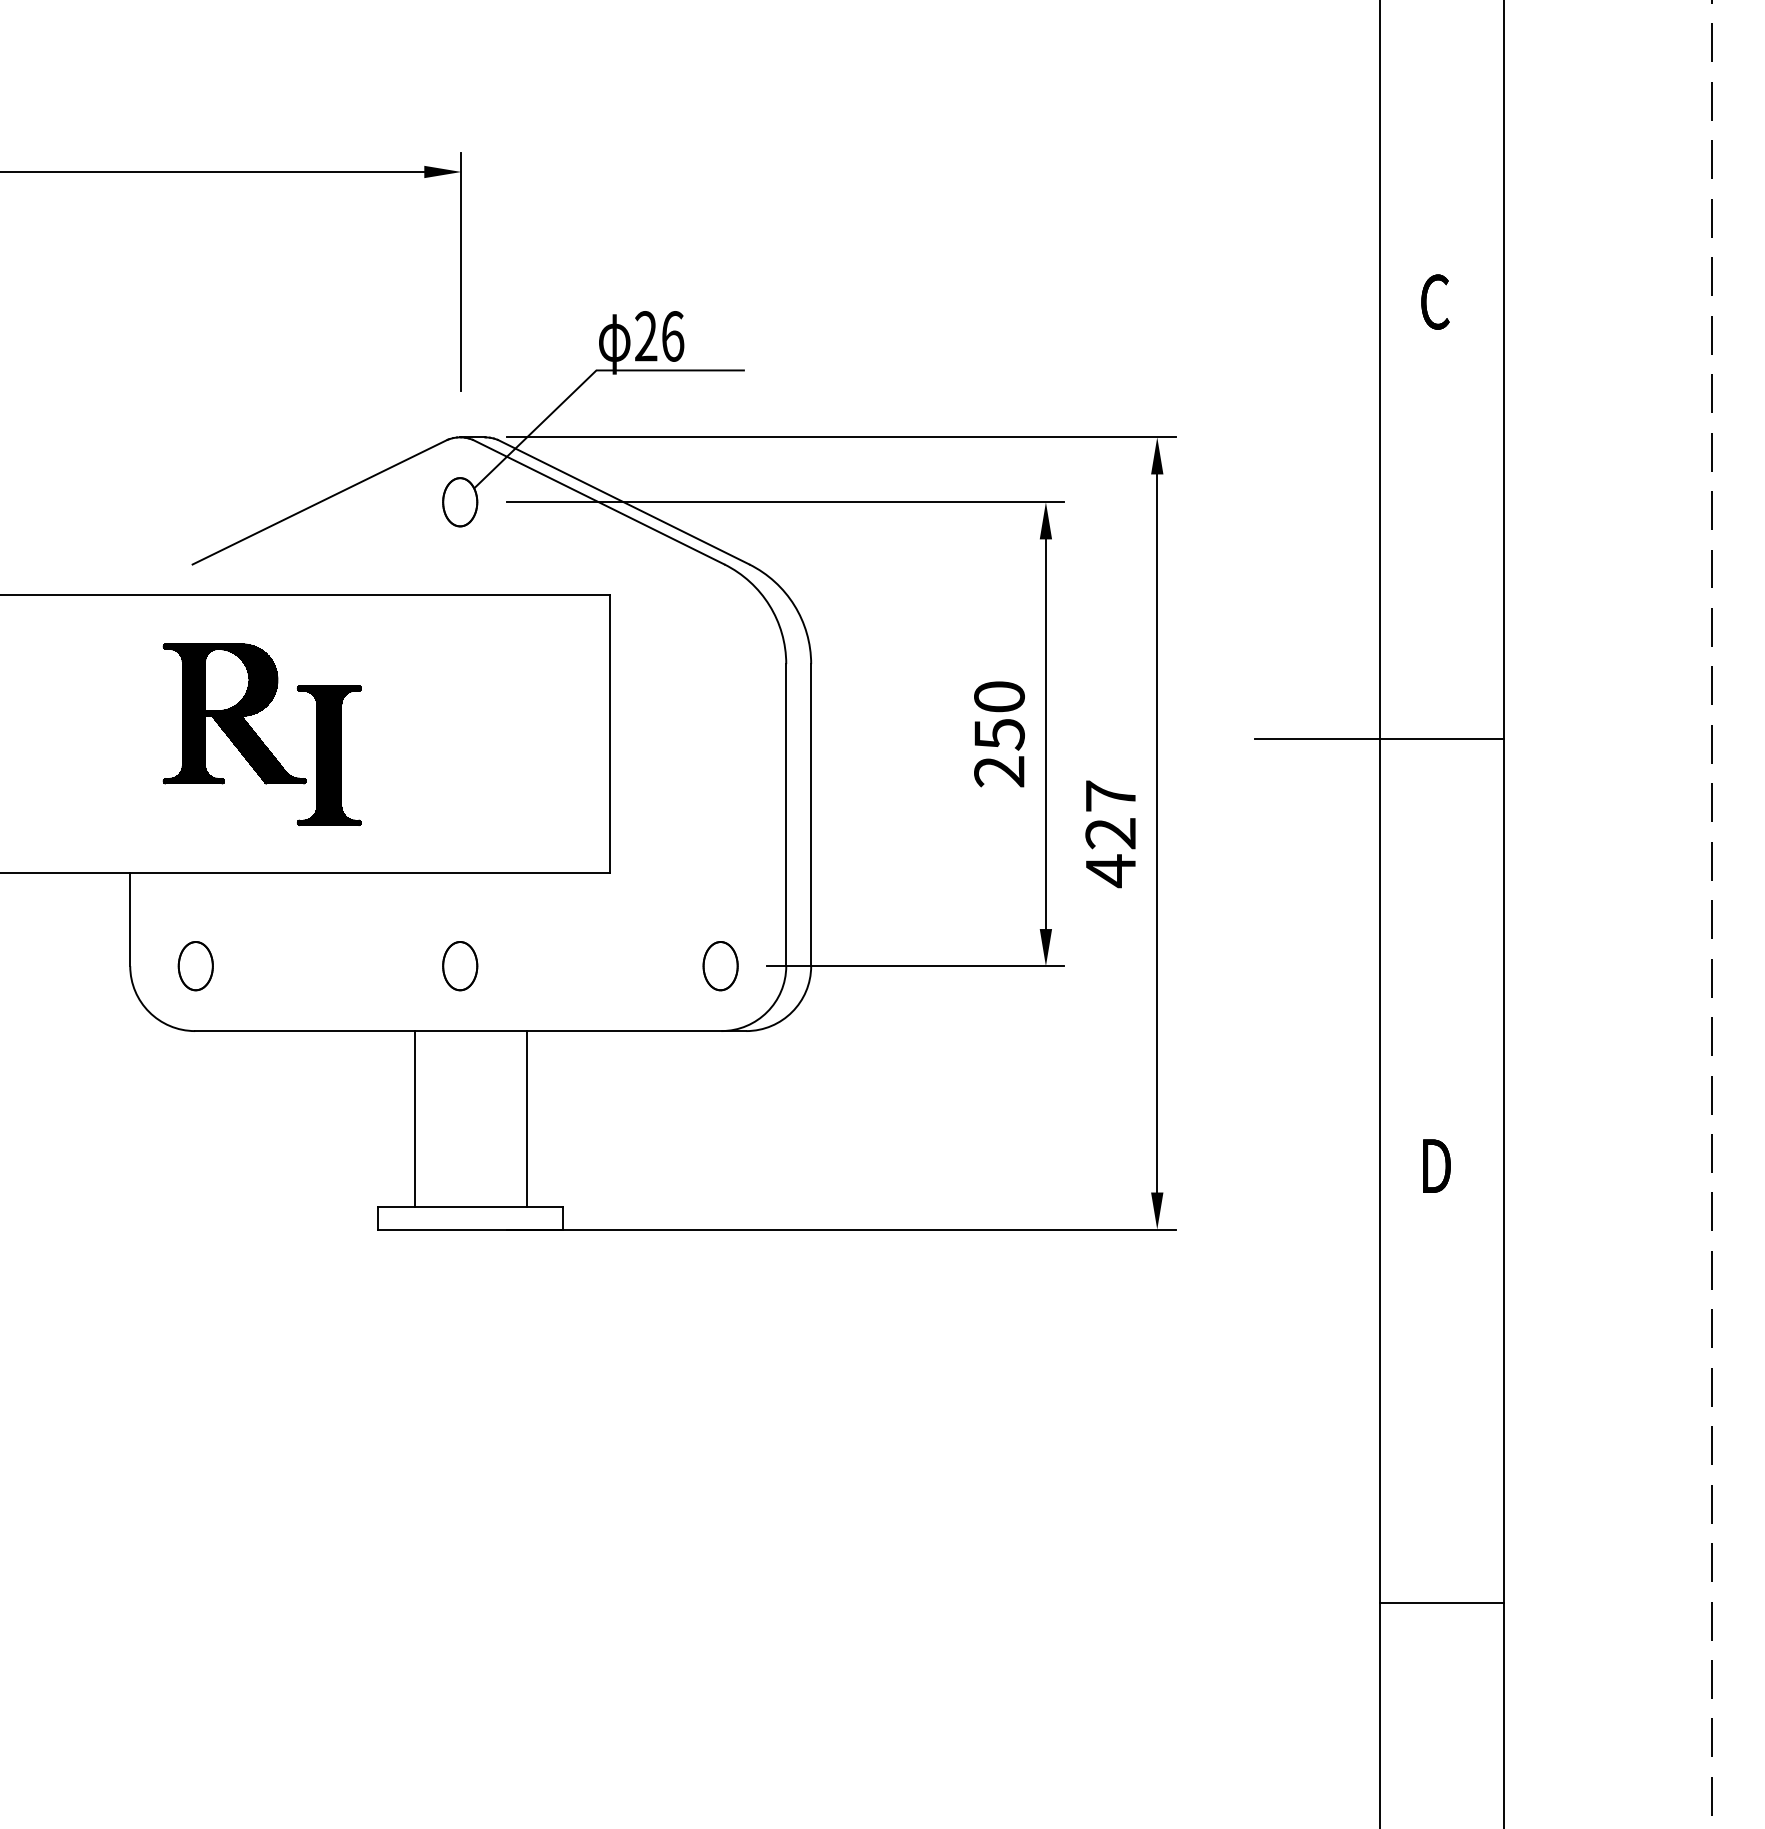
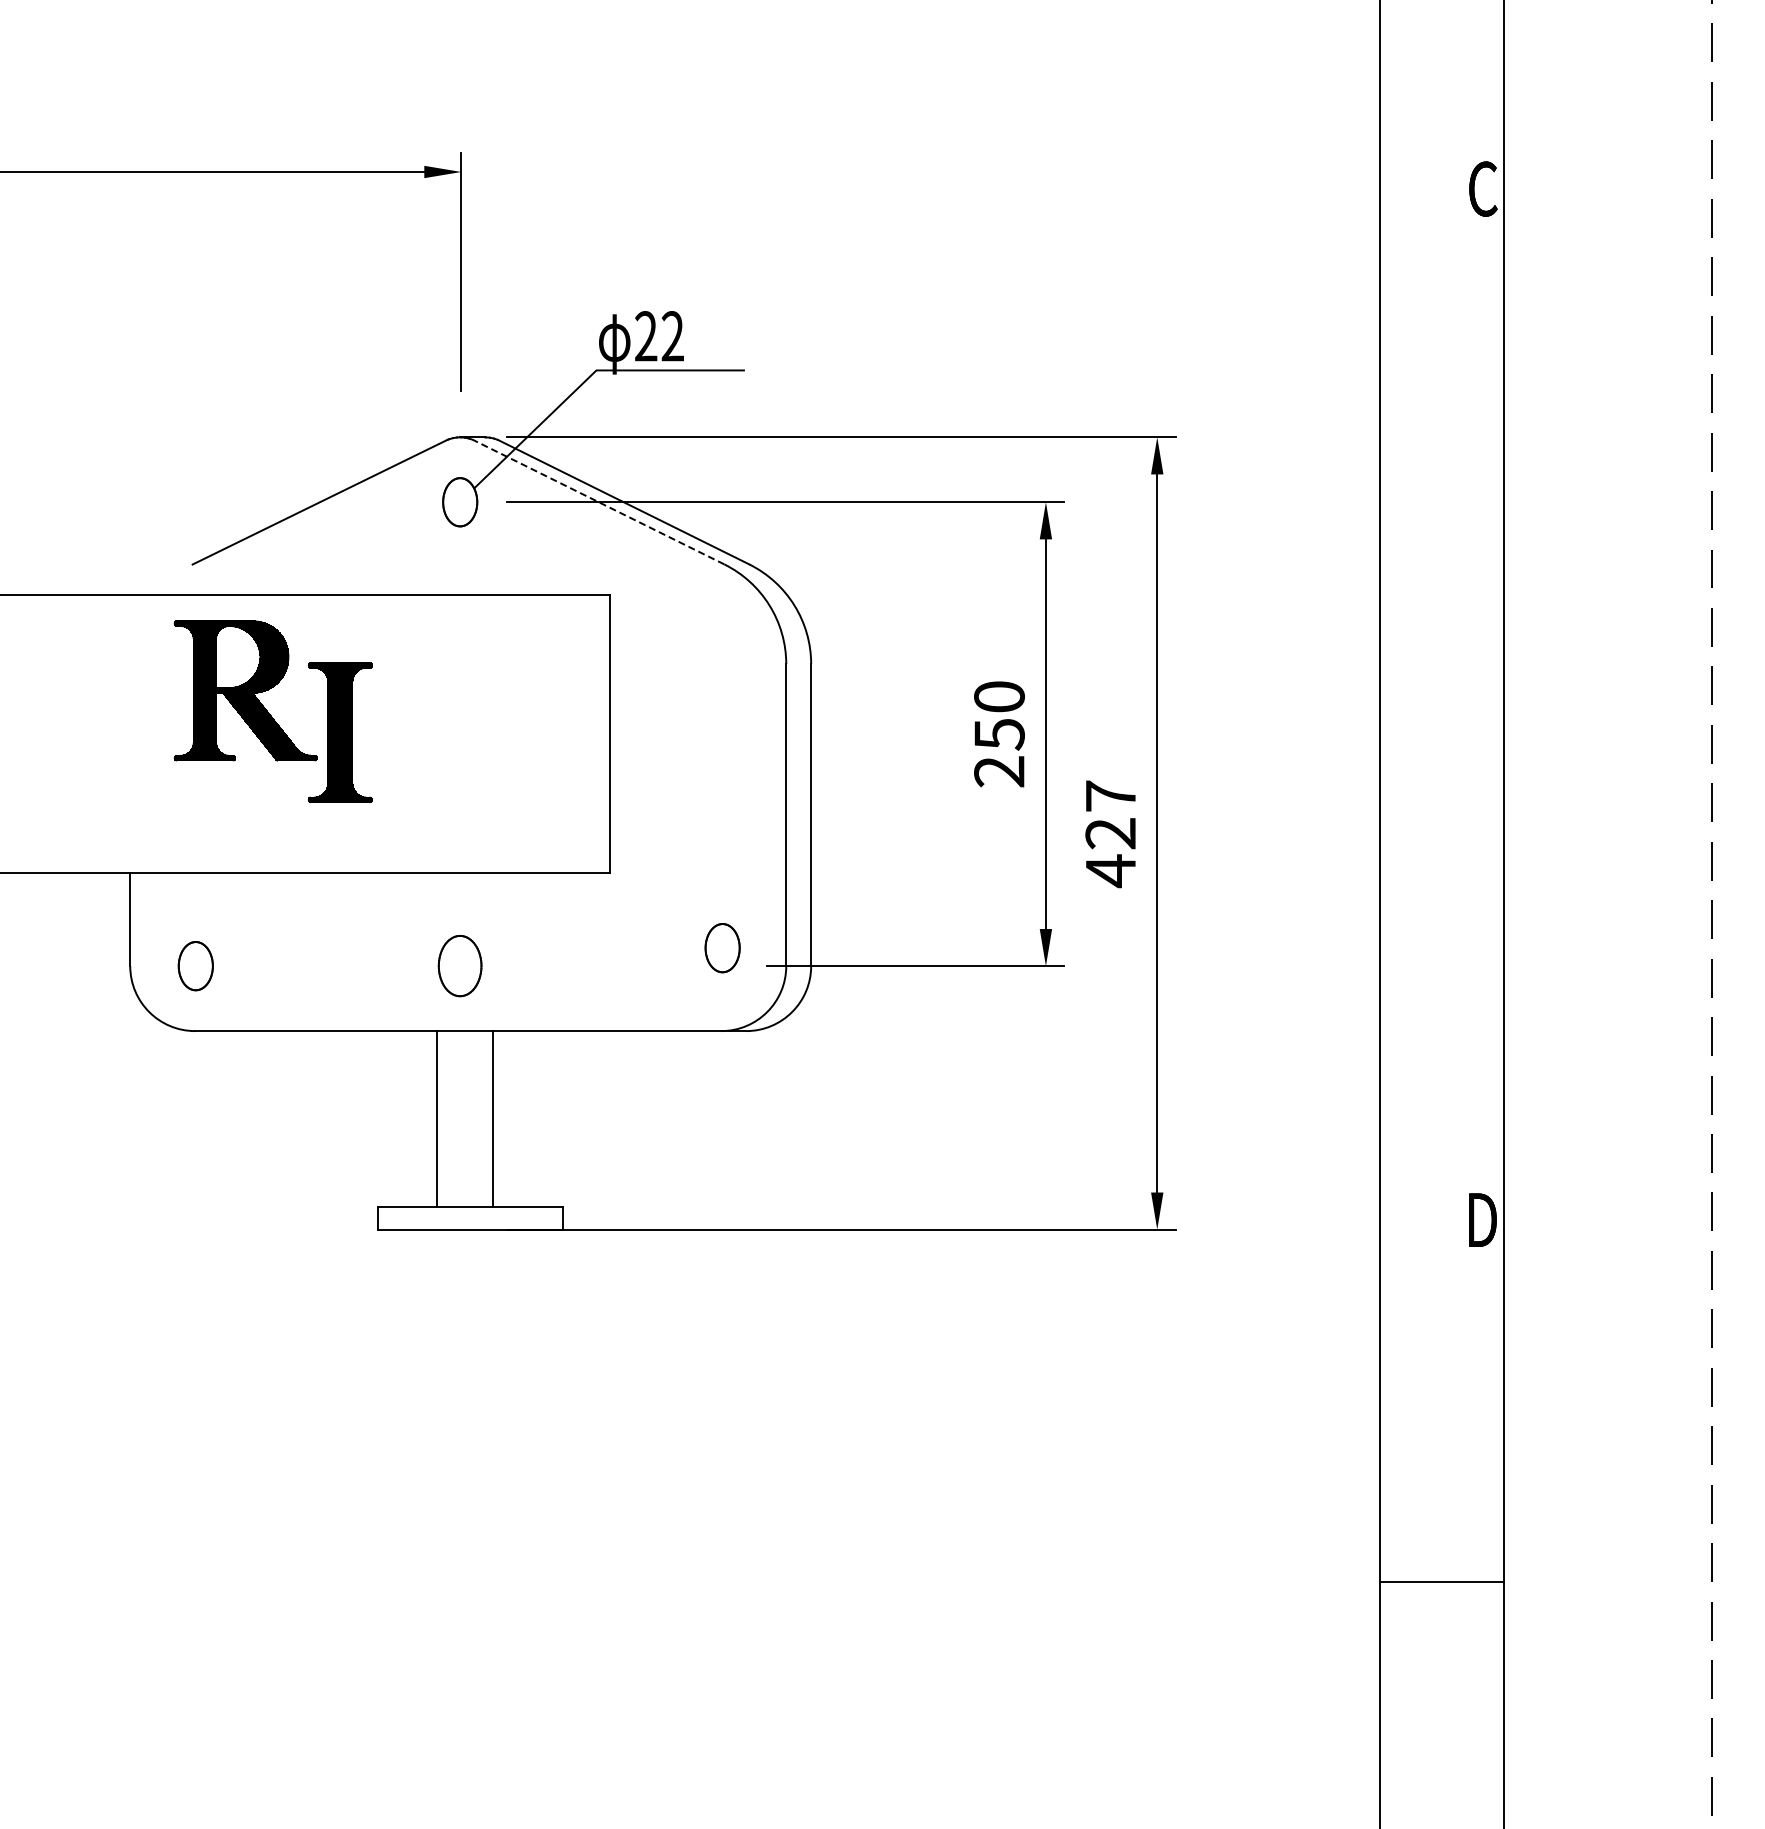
text at (1435, 301) position: (1435, 301) -> (1483, 188)
text at (672, 336): 26 -> 22
line at (598, 501): solid -> dashed
part at (261, 734) position: (261, 734) -> (272, 711)
line at (1379, 738): present -> none
part at (460, 966) size: 37x51 px -> 46x63 px
part at (720, 966) position: (720, 966) -> (722, 948)
line at (414, 1119) position: (414, 1119) -> (436, 1119)
line at (526, 1119) position: (526, 1119) -> (492, 1119)
text at (1436, 1165) position: (1436, 1165) -> (1482, 1219)
line at (1441, 1602) position: (1441, 1602) -> (1441, 1581)
